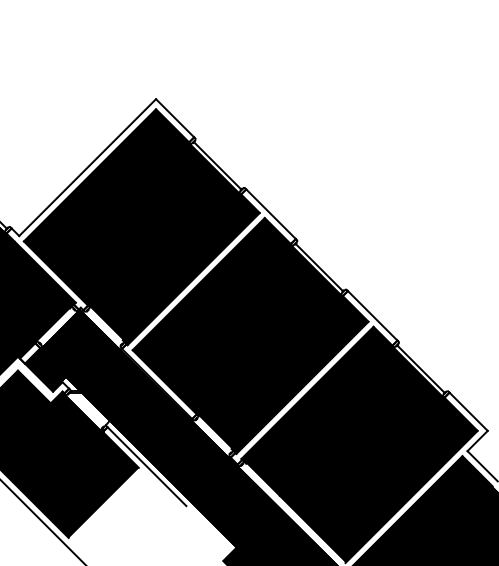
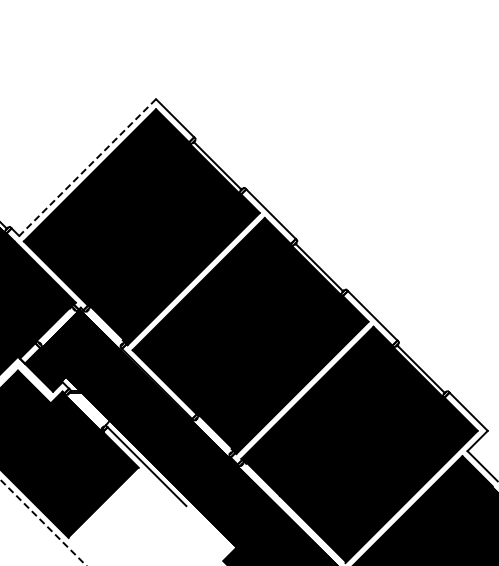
line at (87, 167): solid -> dashed
line at (43, 523): solid -> dashed
